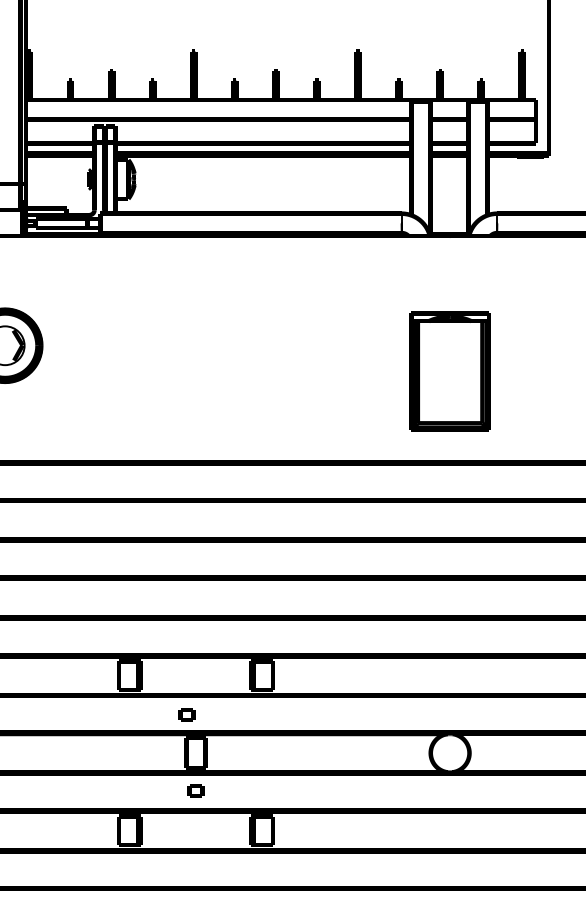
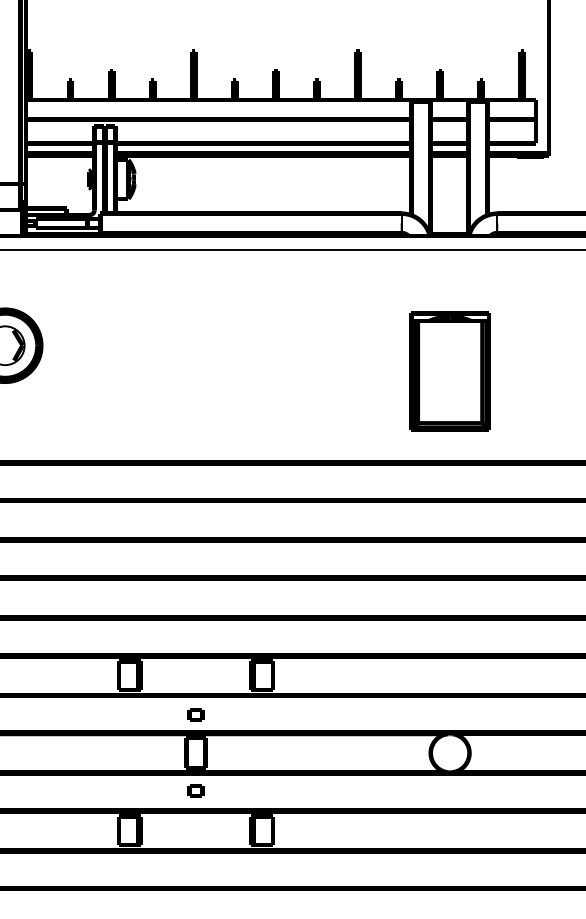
line at (292, 250): none -> present
part at (186, 714) position: (186, 714) -> (195, 714)
